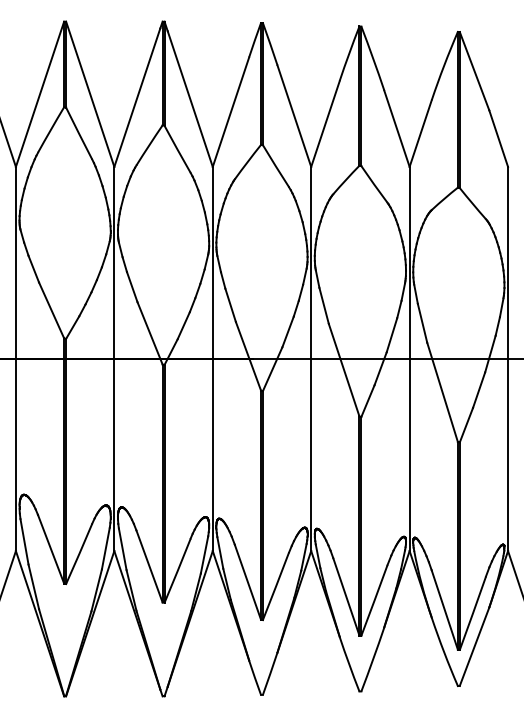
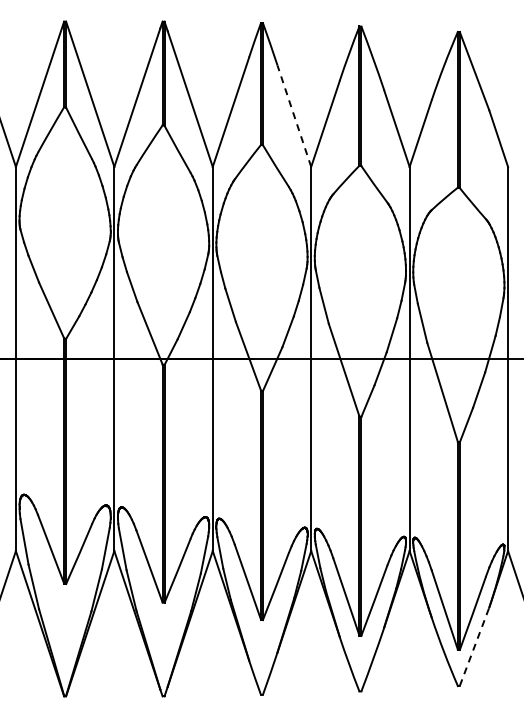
line at (294, 115): solid -> dashed
line at (474, 646): solid -> dashed
